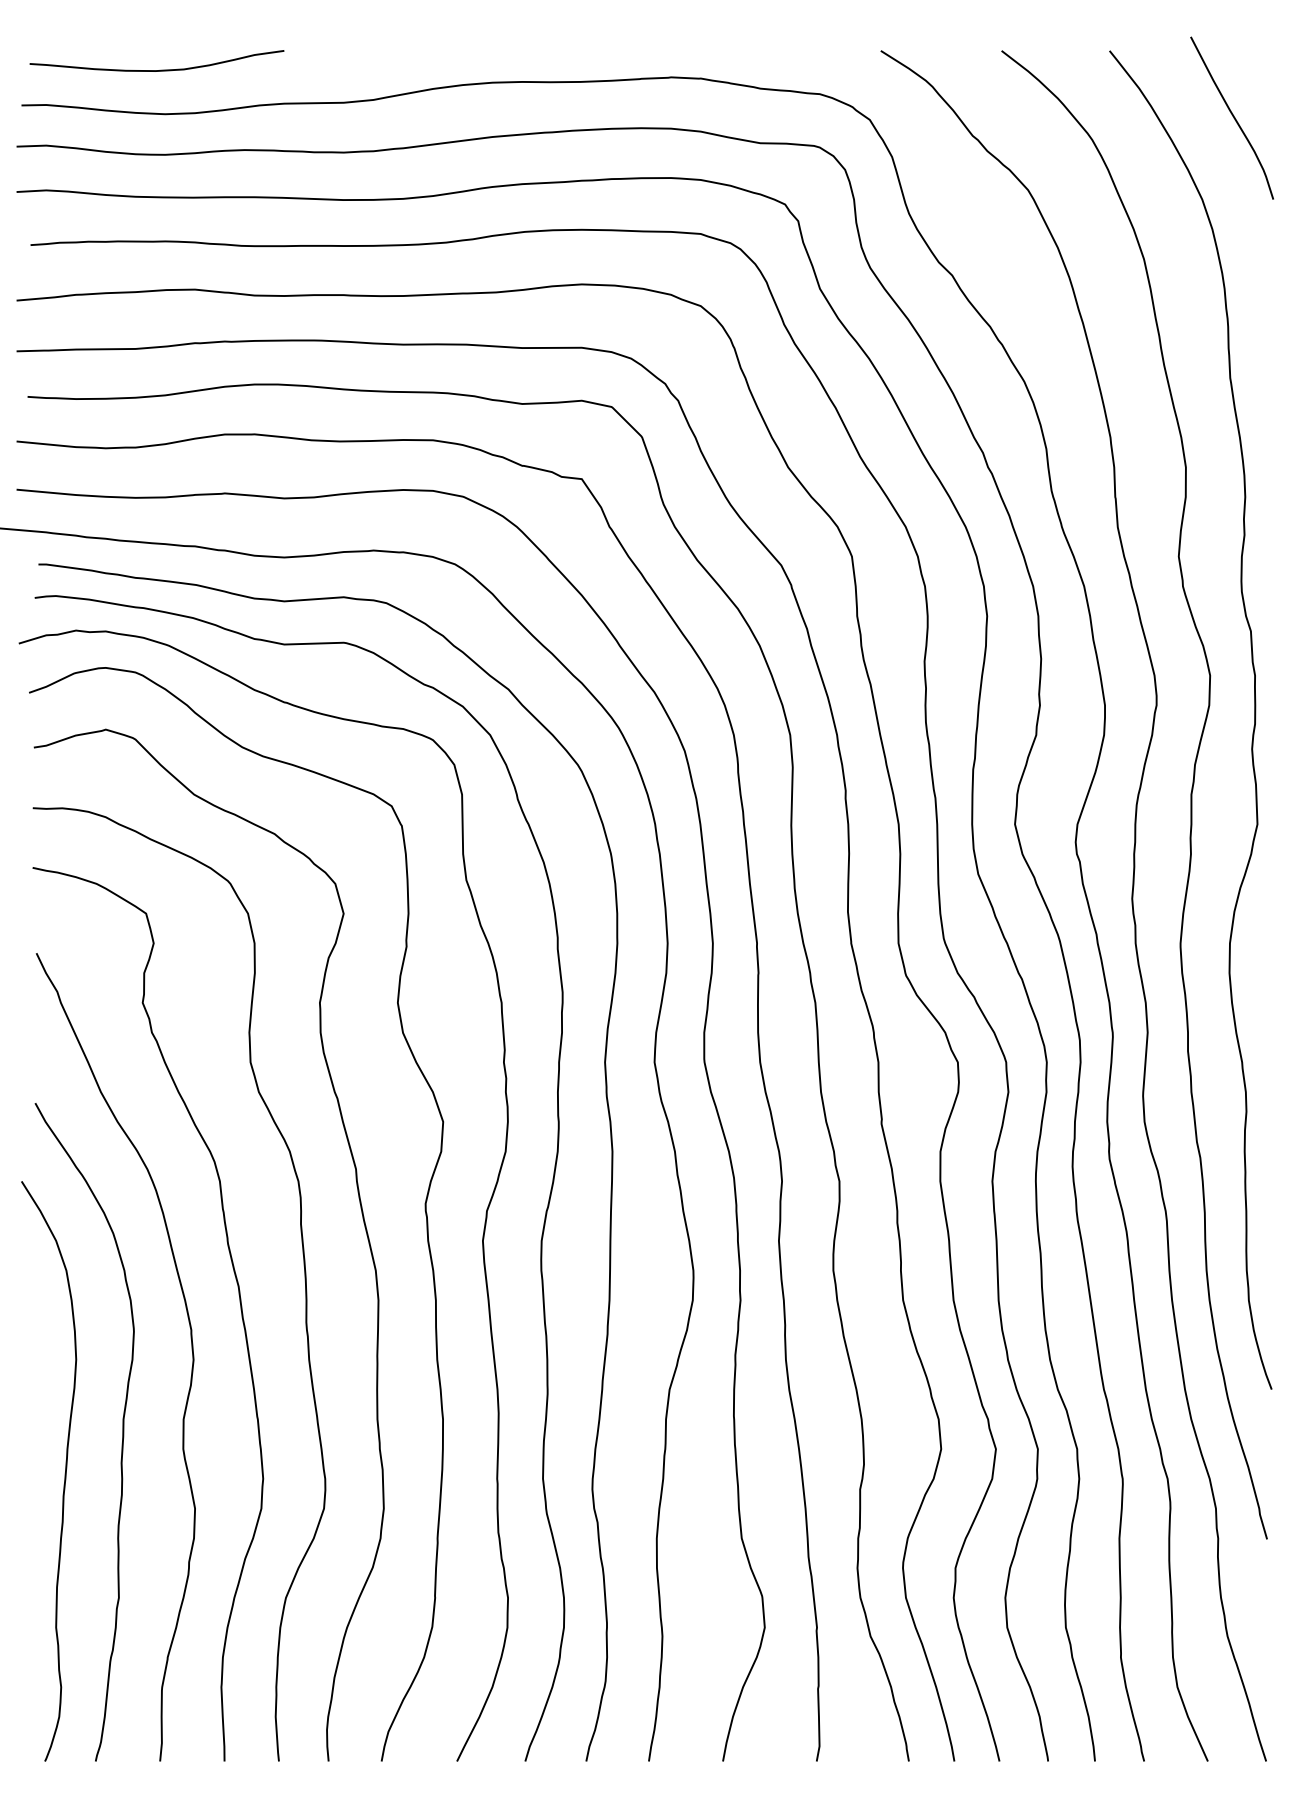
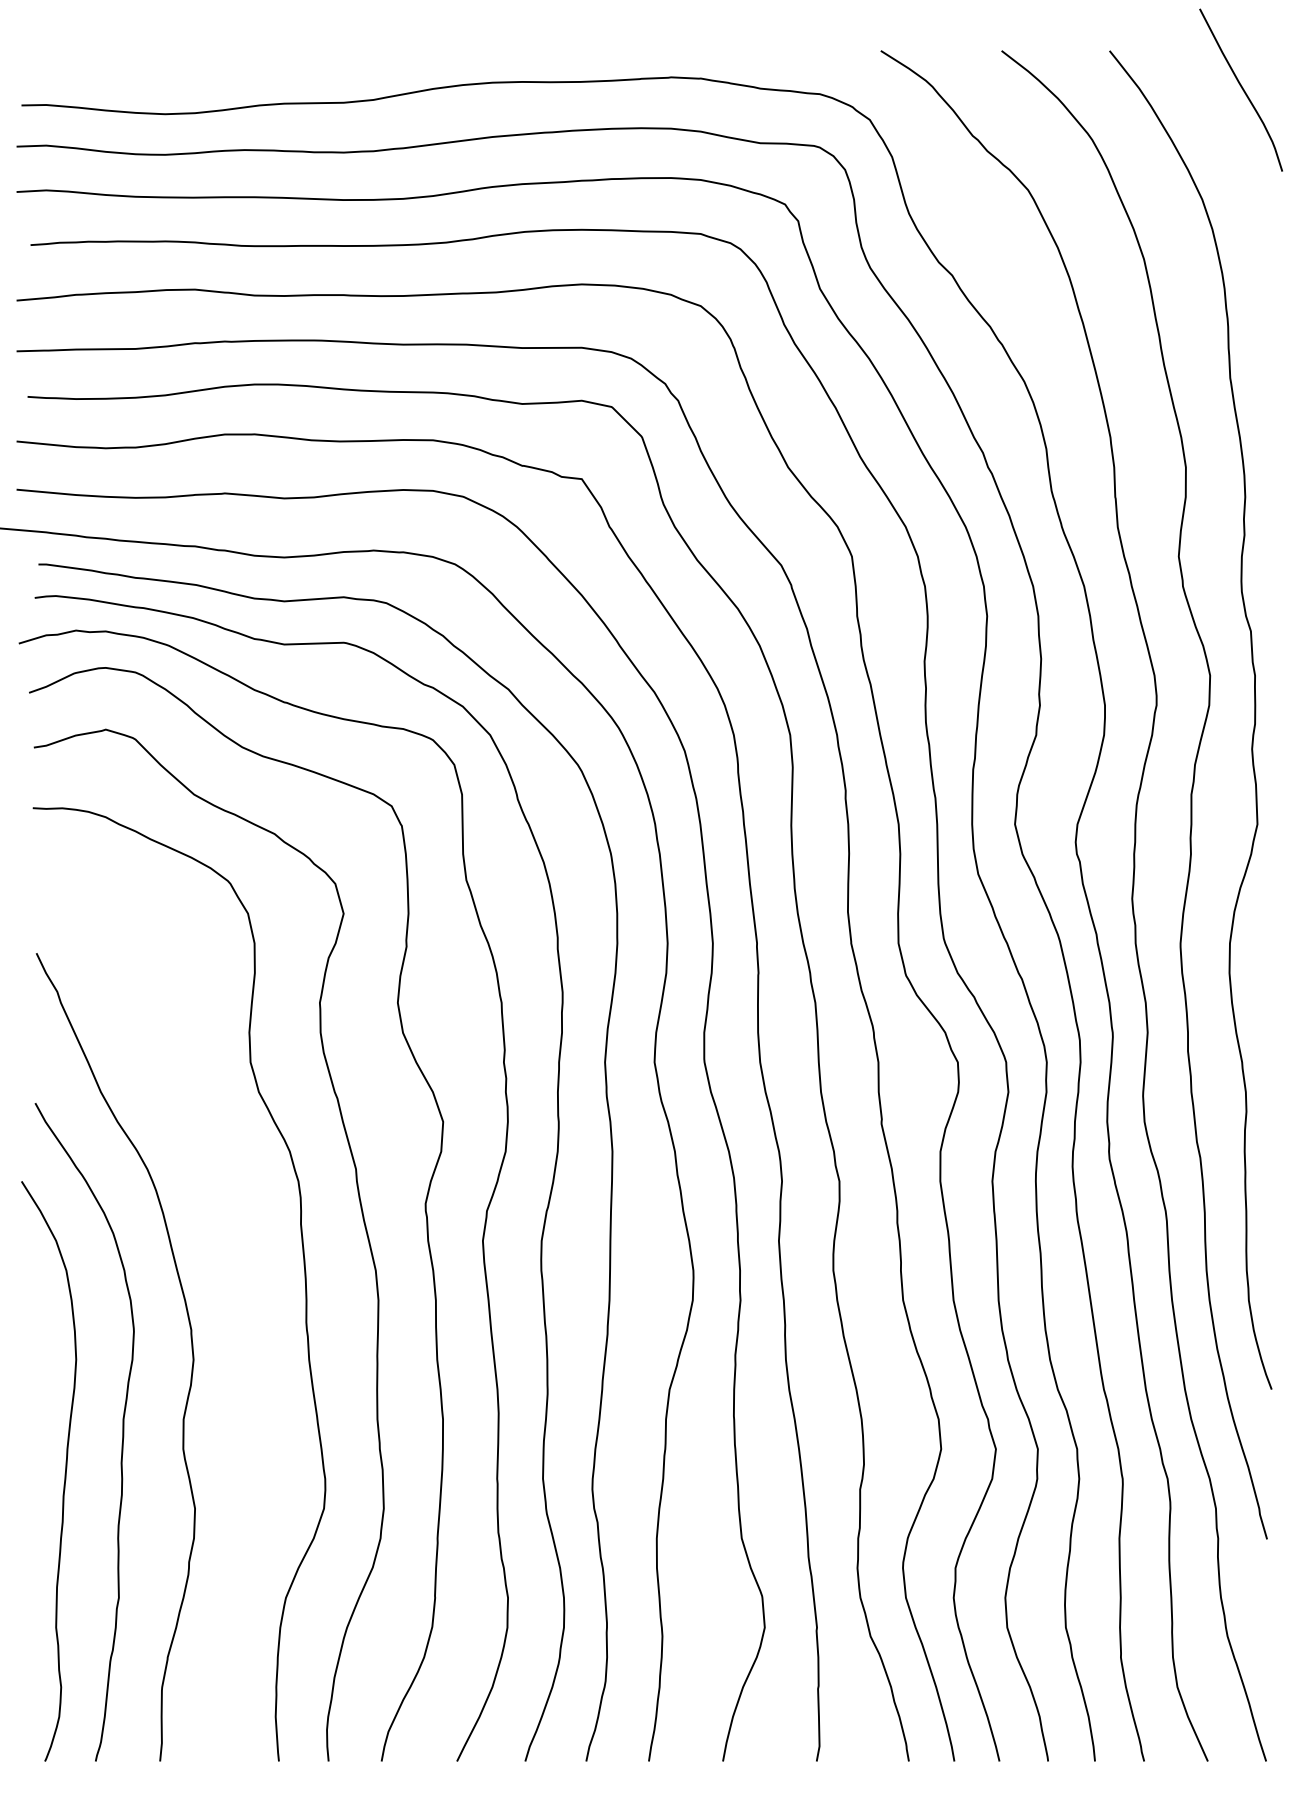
curve at (160, 69): present -> none
curve at (1232, 116) position: (1232, 116) -> (1241, 88)
curve at (239, 1302): present -> none
